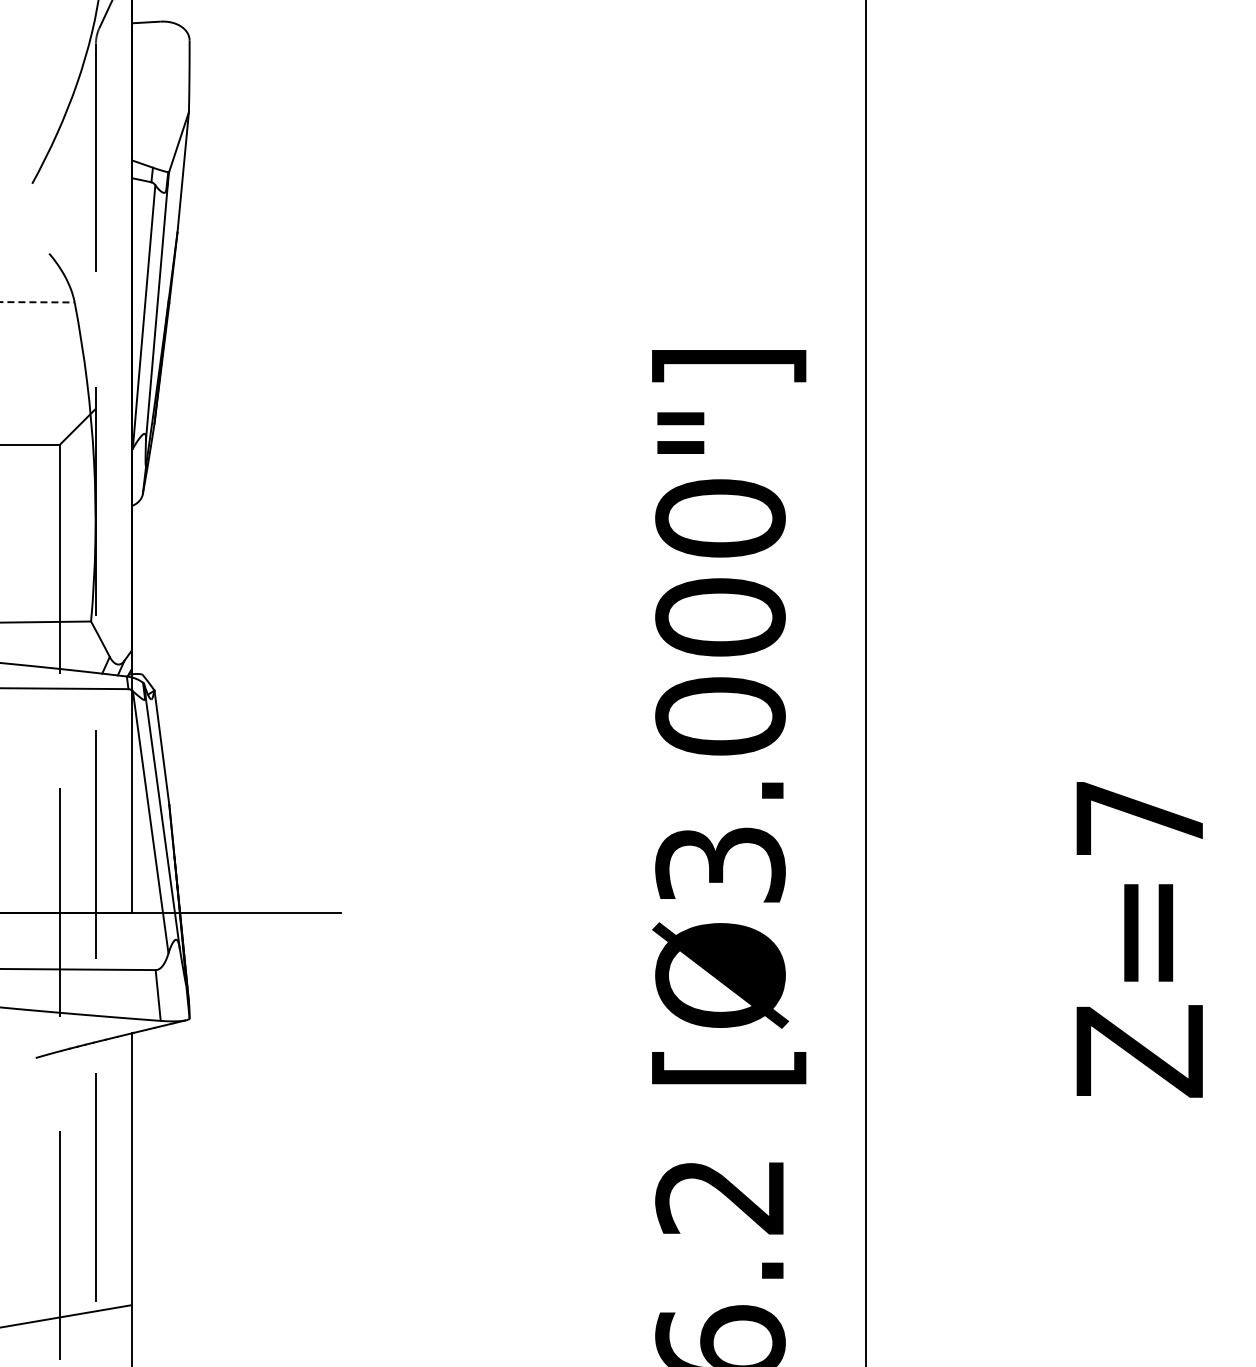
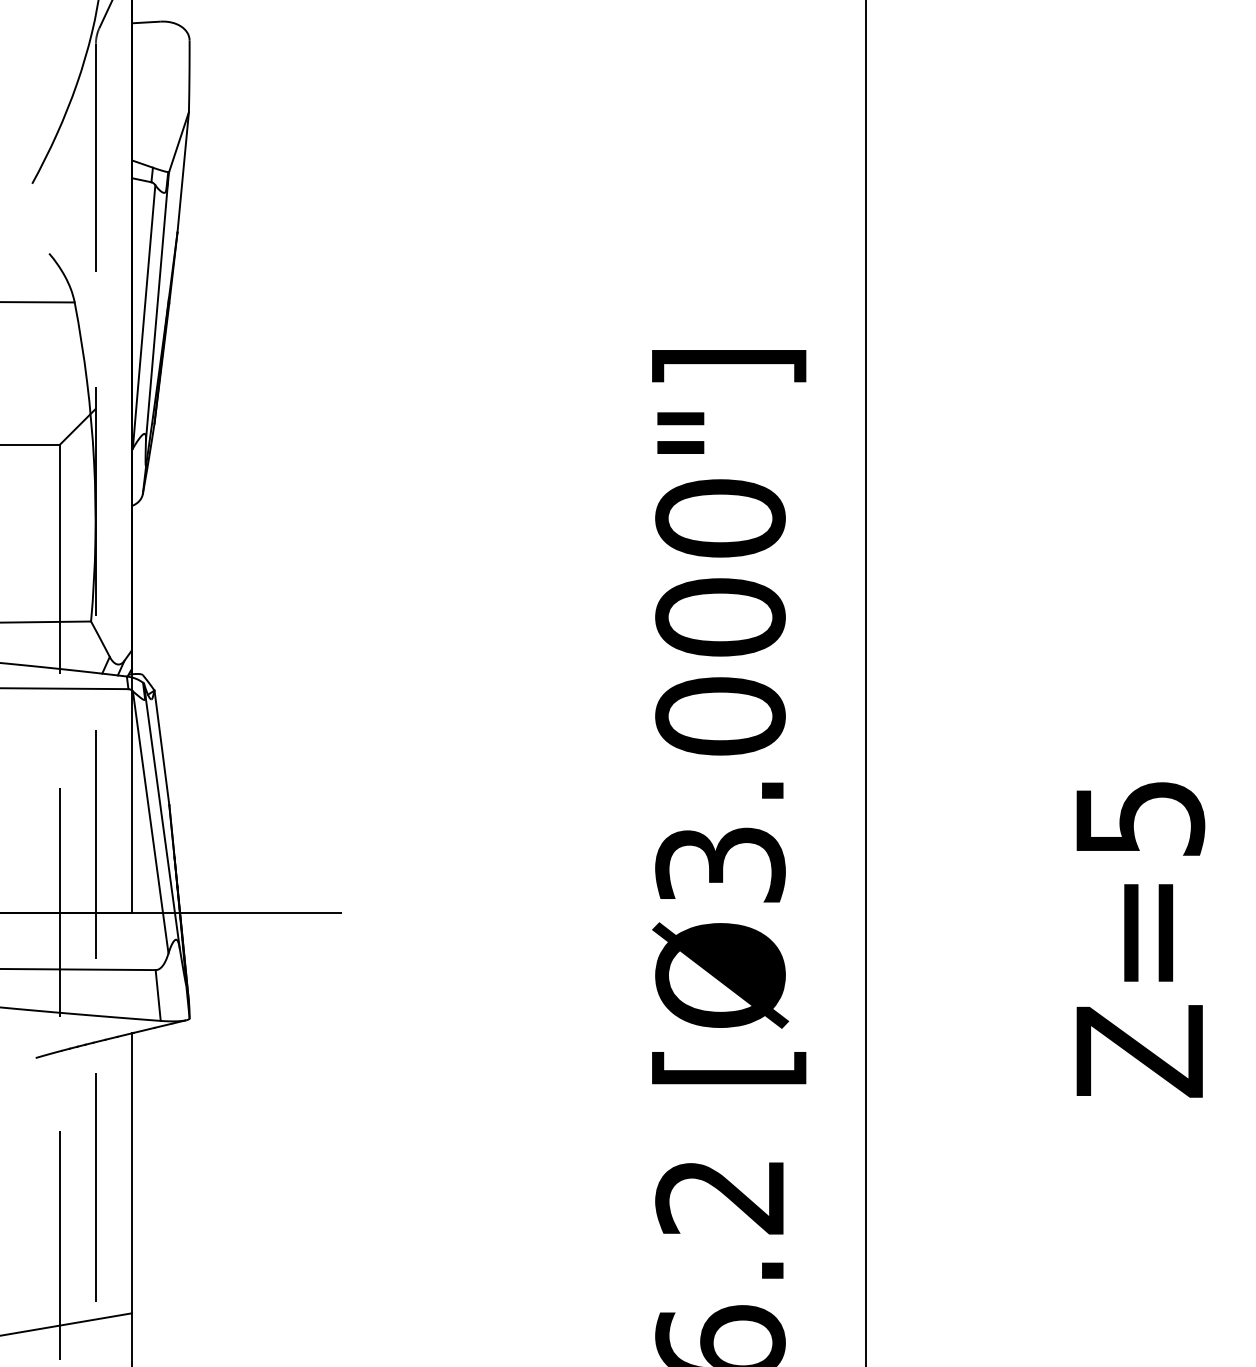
line at (37, 302): dashed -> solid
text at (1140, 818): Z=7 -> Z=5
line at (66, 1316) position: (66, 1316) -> (66, 1324)
